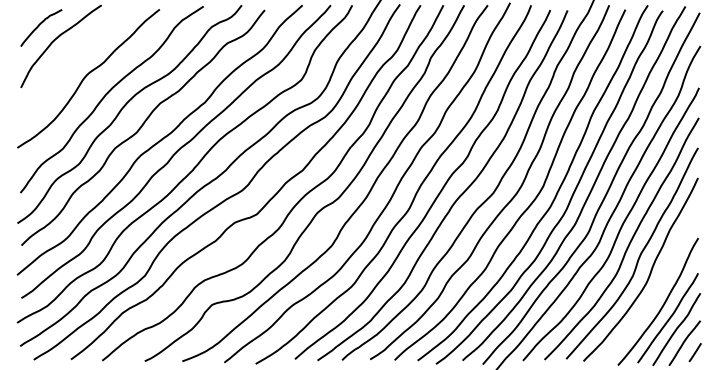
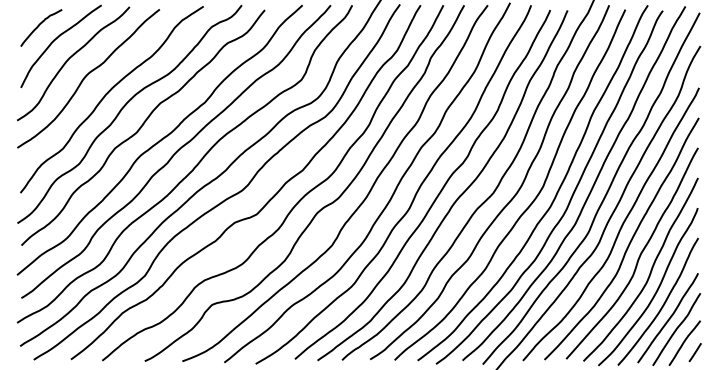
curve at (69, 59): none -> present
curve at (655, 291): none -> present
